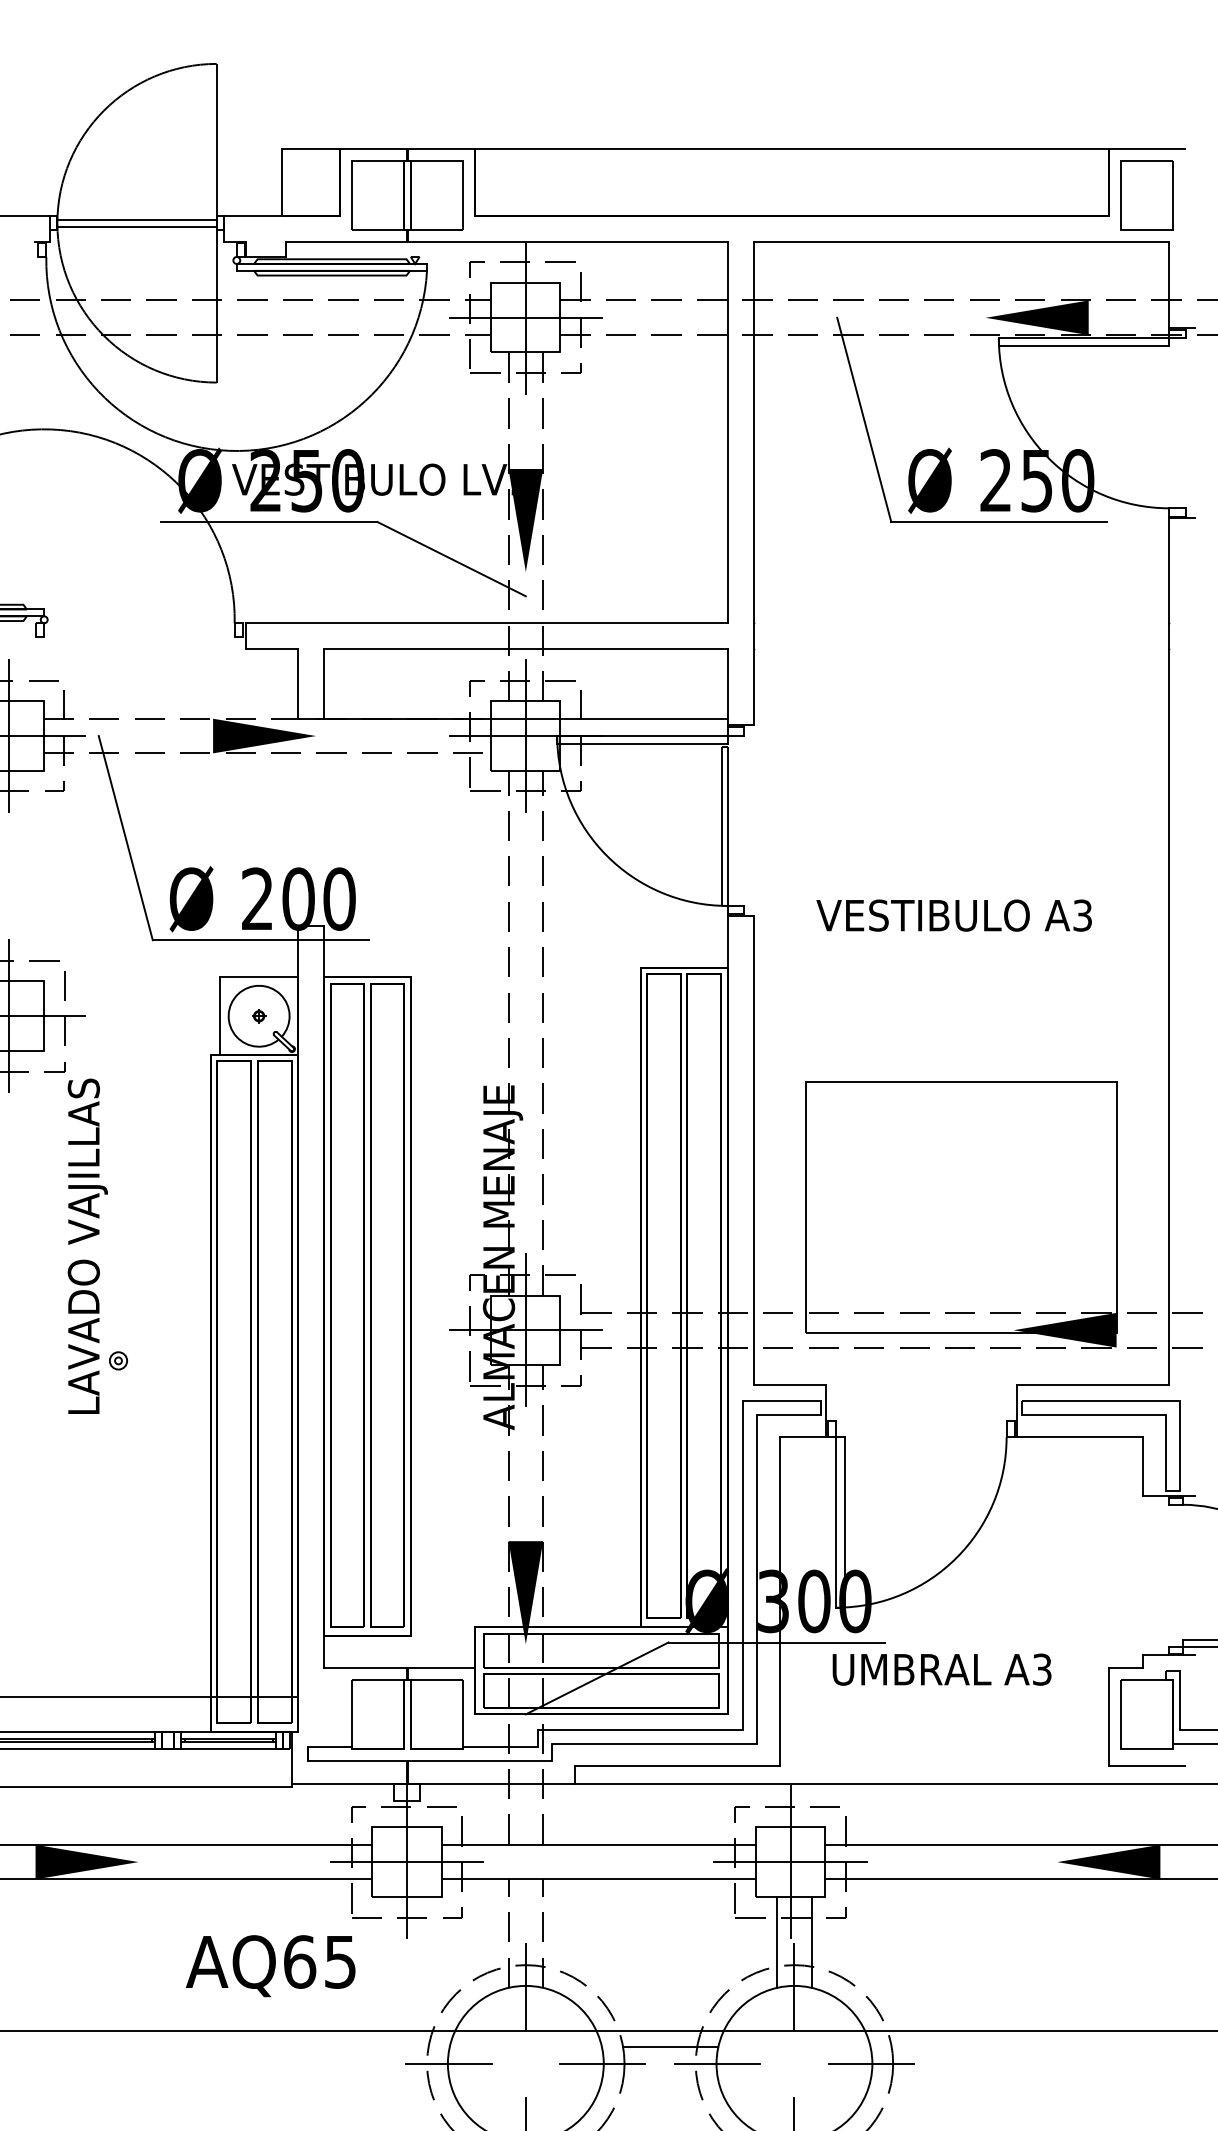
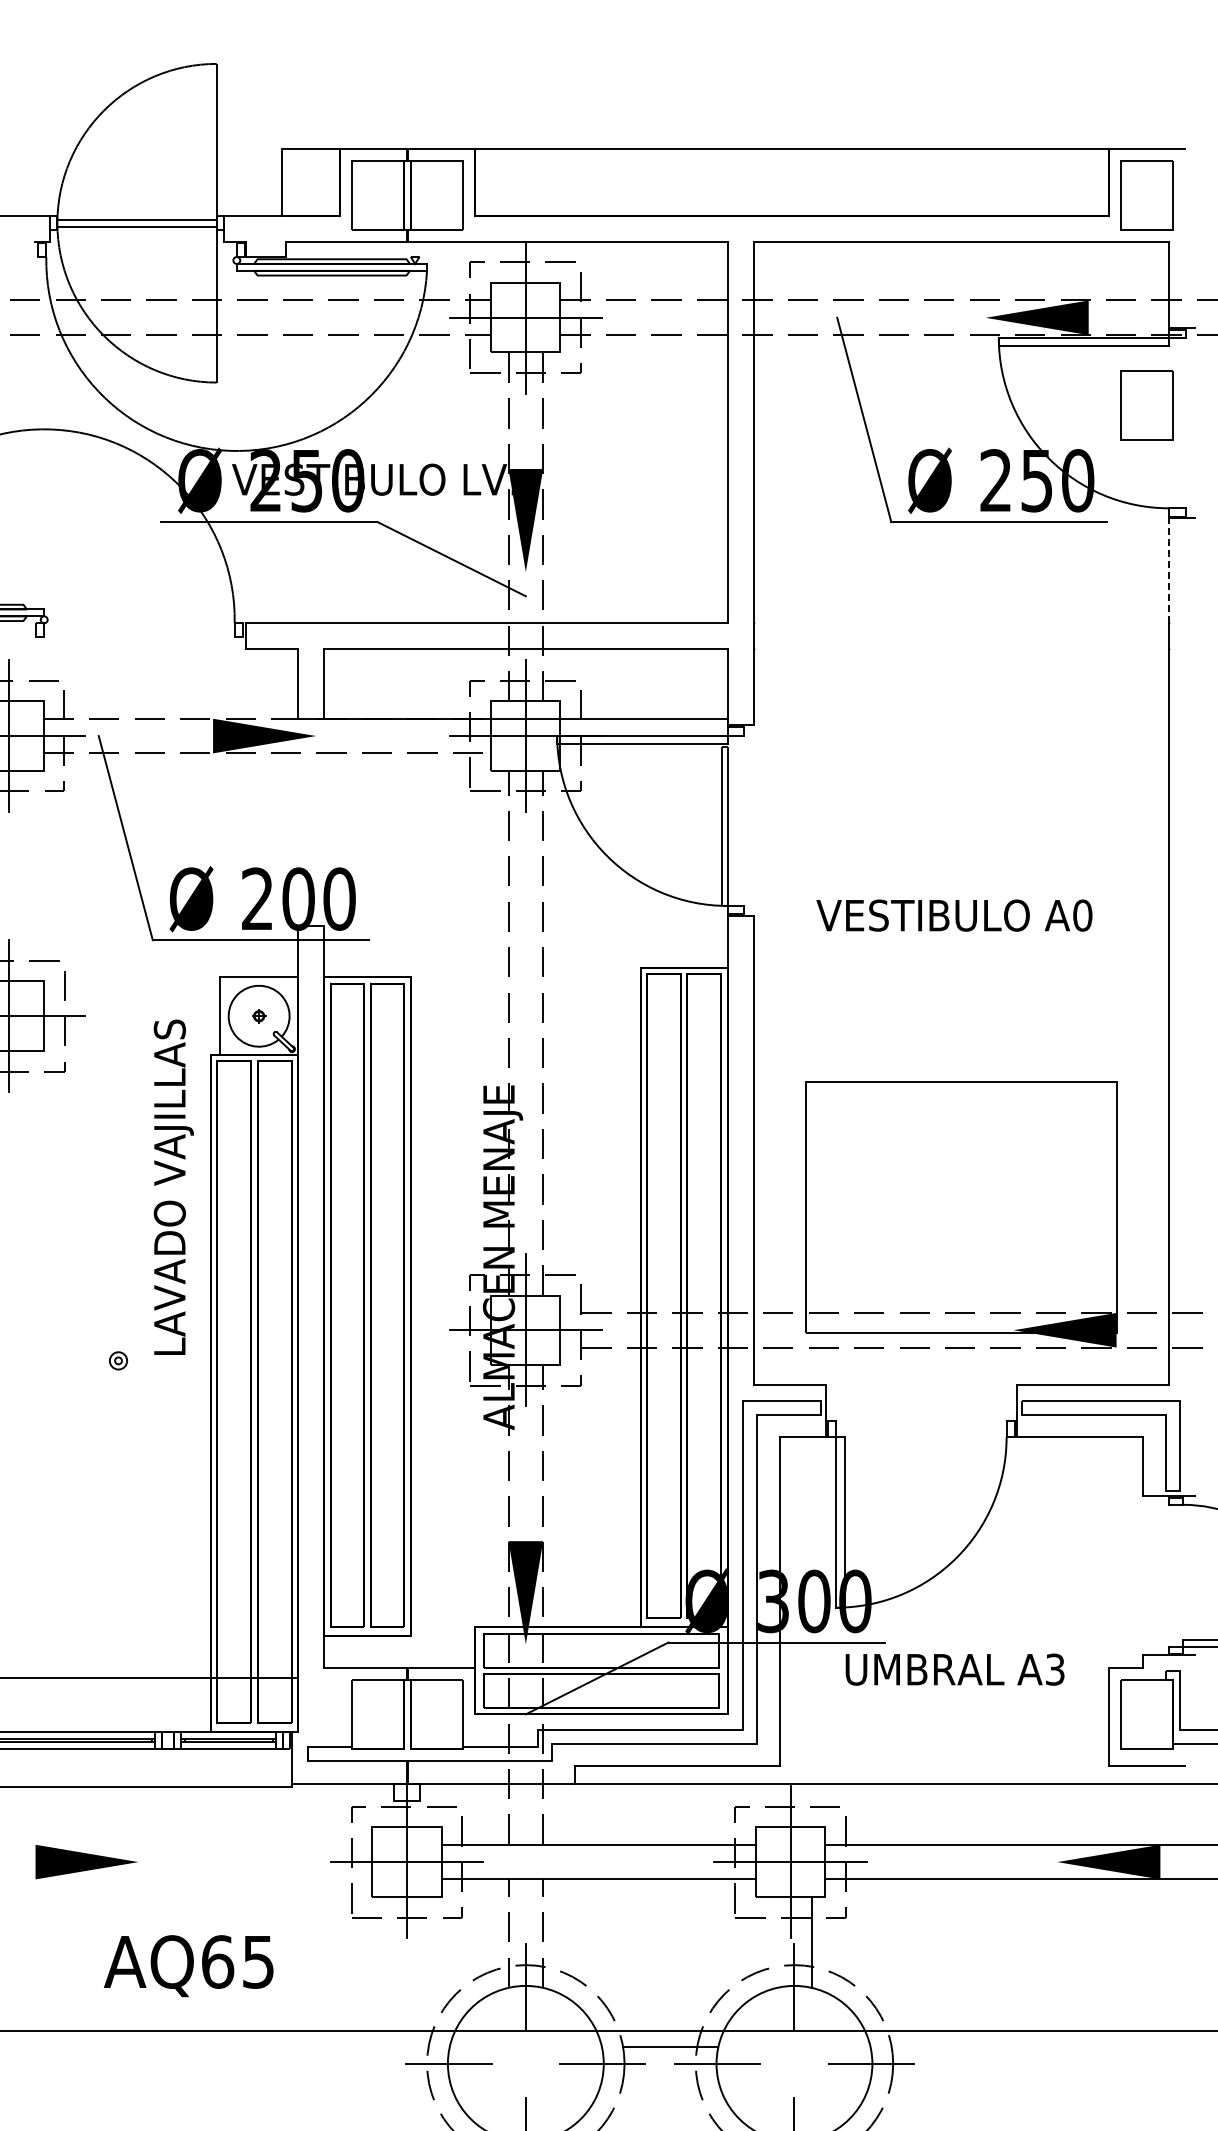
part at (1146, 405): none -> present
line at (1169, 570): solid -> dashed
text at (1082, 915): A3 -> A0
text at (87, 1245) position: (87, 1245) -> (173, 1186)
text at (941, 1669) position: (941, 1669) -> (954, 1669)
line at (150, 1697) position: (150, 1697) -> (150, 1678)
line at (187, 1844): present -> none
line at (187, 1879): present -> none
line at (777, 1941): present -> none
text at (270, 1966) position: (270, 1966) -> (188, 1966)
